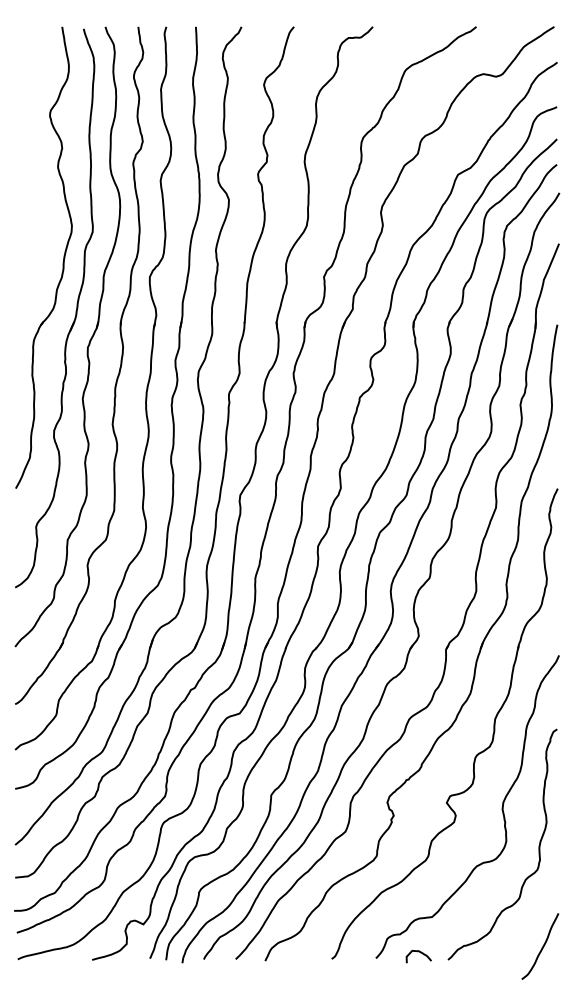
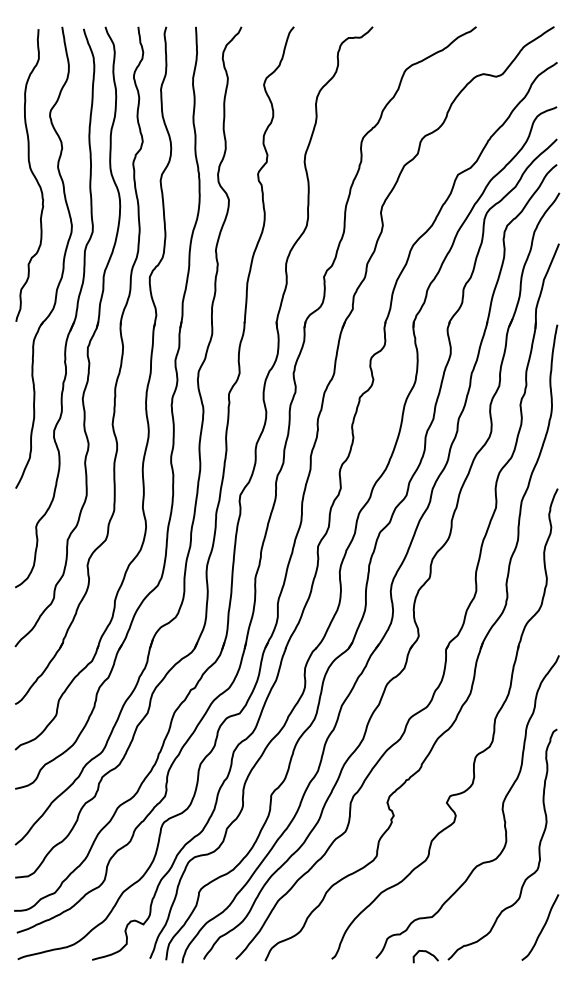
curve at (31, 173): none -> present
curve at (541, 947) position: (541, 947) -> (541, 928)
curve at (420, 953) position: (420, 953) -> (427, 953)
